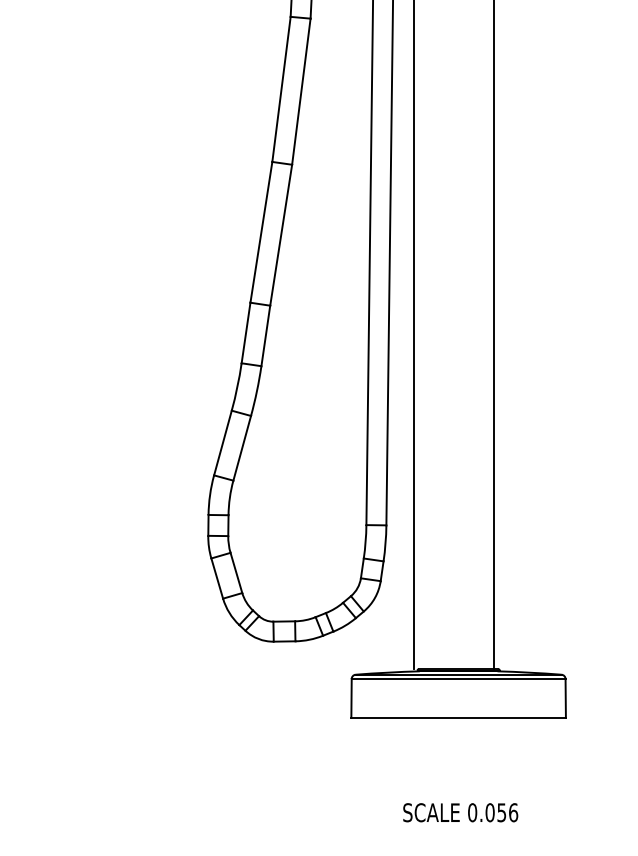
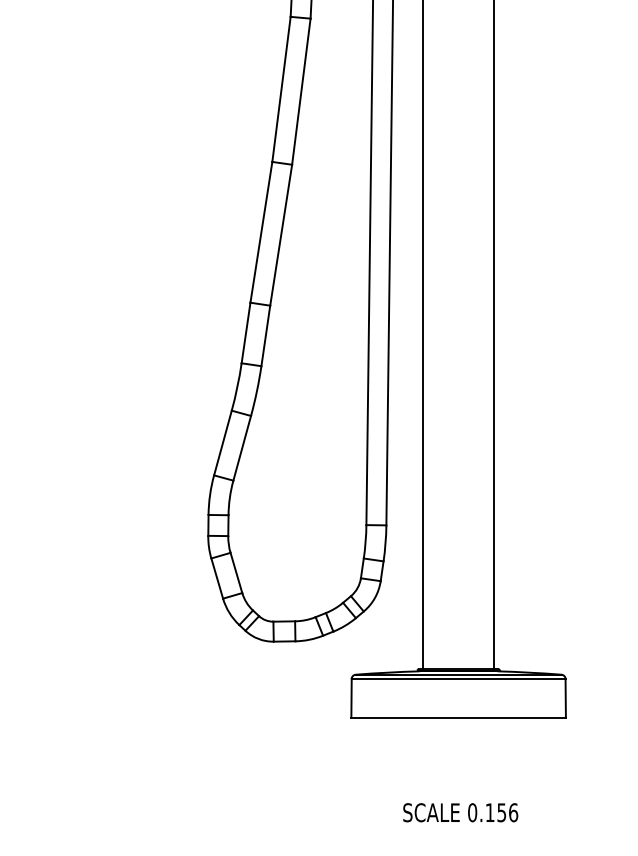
line at (413, 335) position: (413, 335) -> (422, 335)
text at (489, 812): 0.056 -> 0.156
